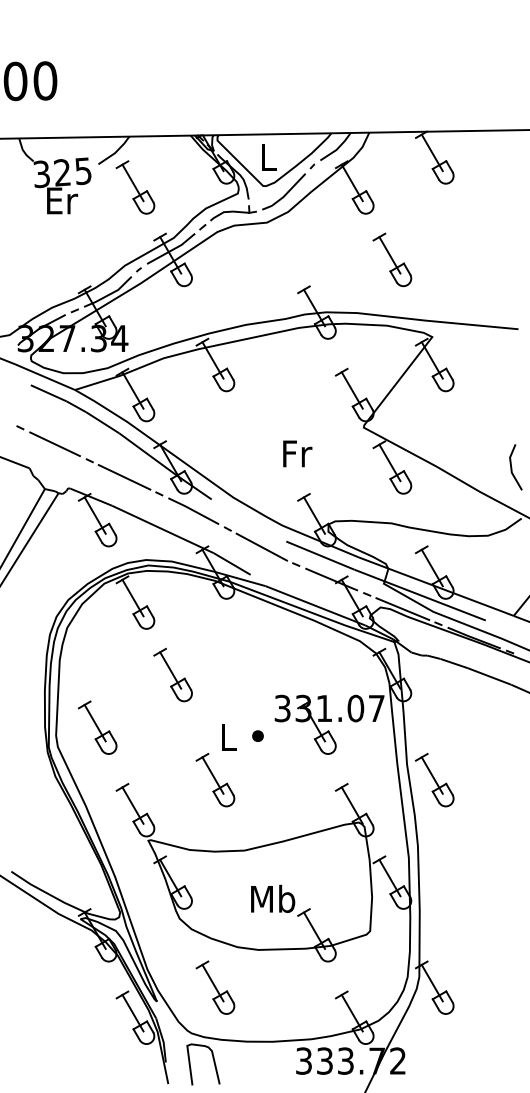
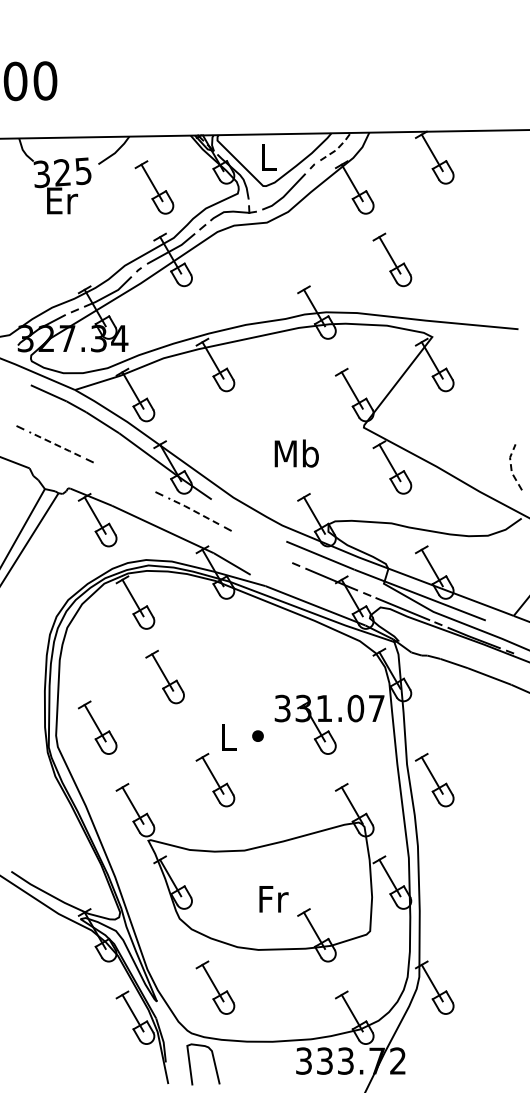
line at (337, 148): solid -> dashed
part at (135, 187) position: (135, 187) -> (154, 187)
line at (55, 444): solid -> dashed
text at (296, 453): Fr -> Mb
line at (511, 468): solid -> dashed
line at (124, 477): present -> none
line at (192, 510): solid -> dashed
line at (261, 546): present -> none
part at (172, 674) position: (172, 674) -> (164, 676)
text at (273, 898): Mb -> Fr
